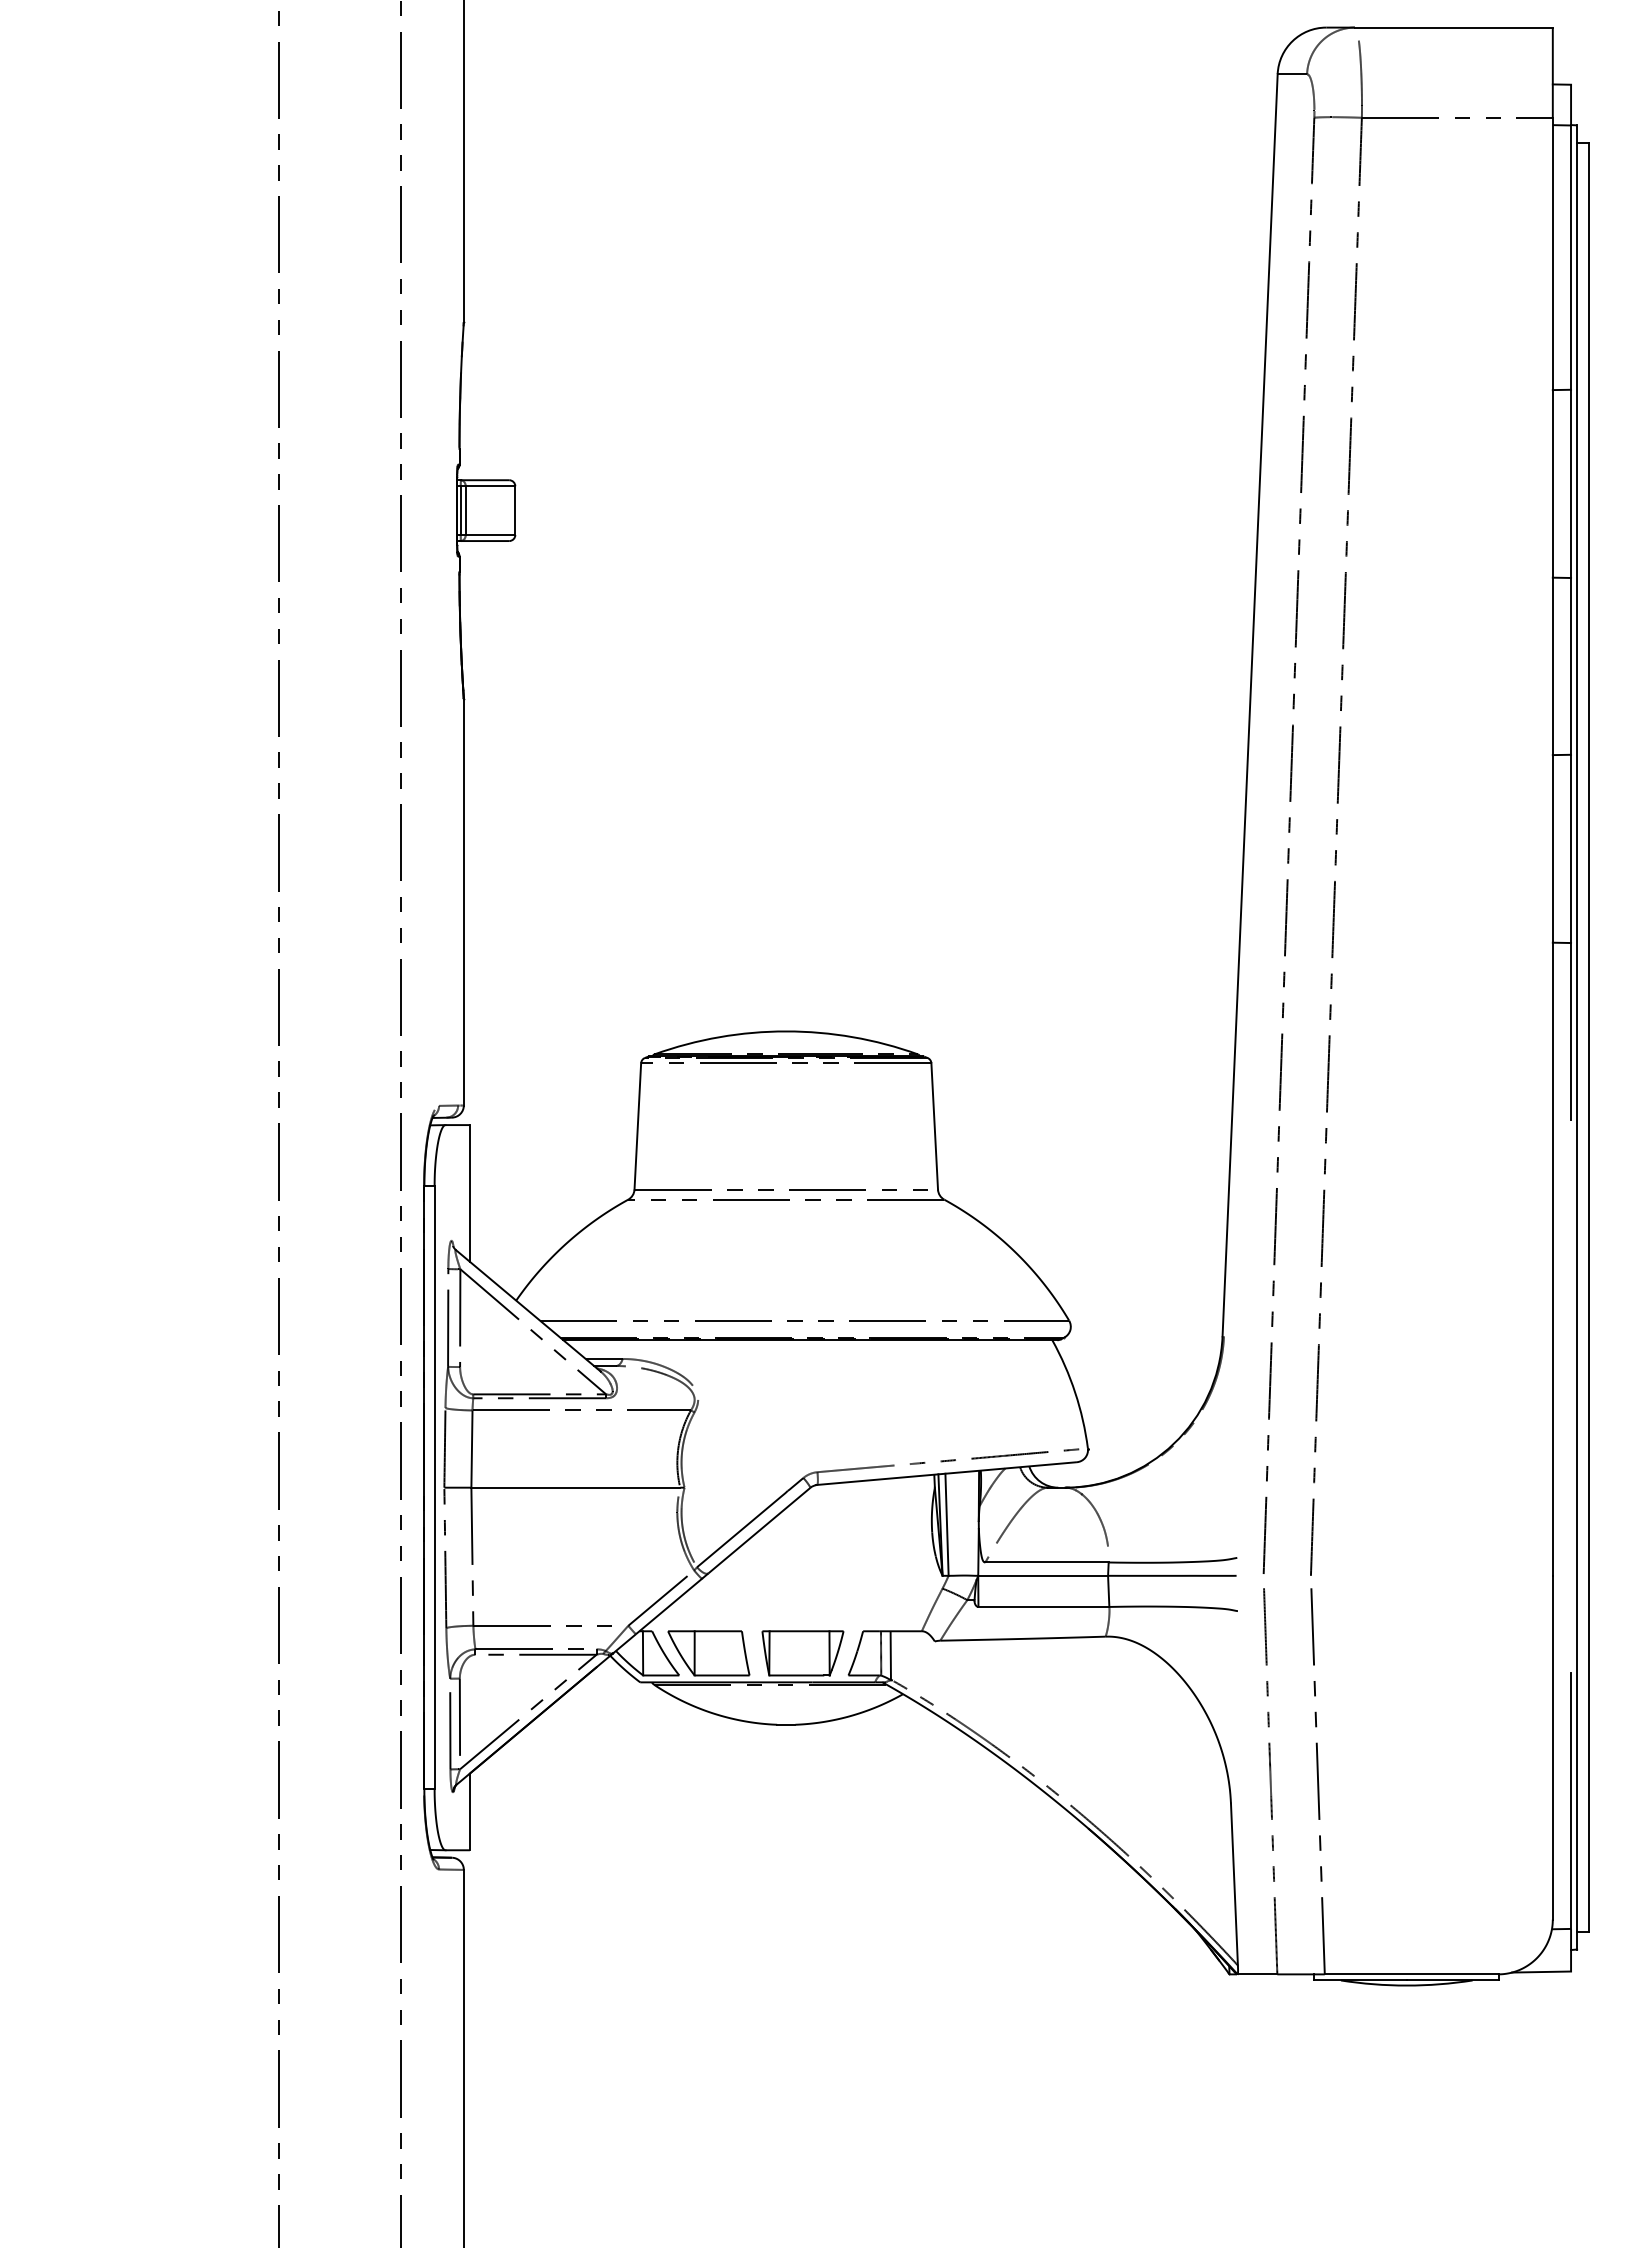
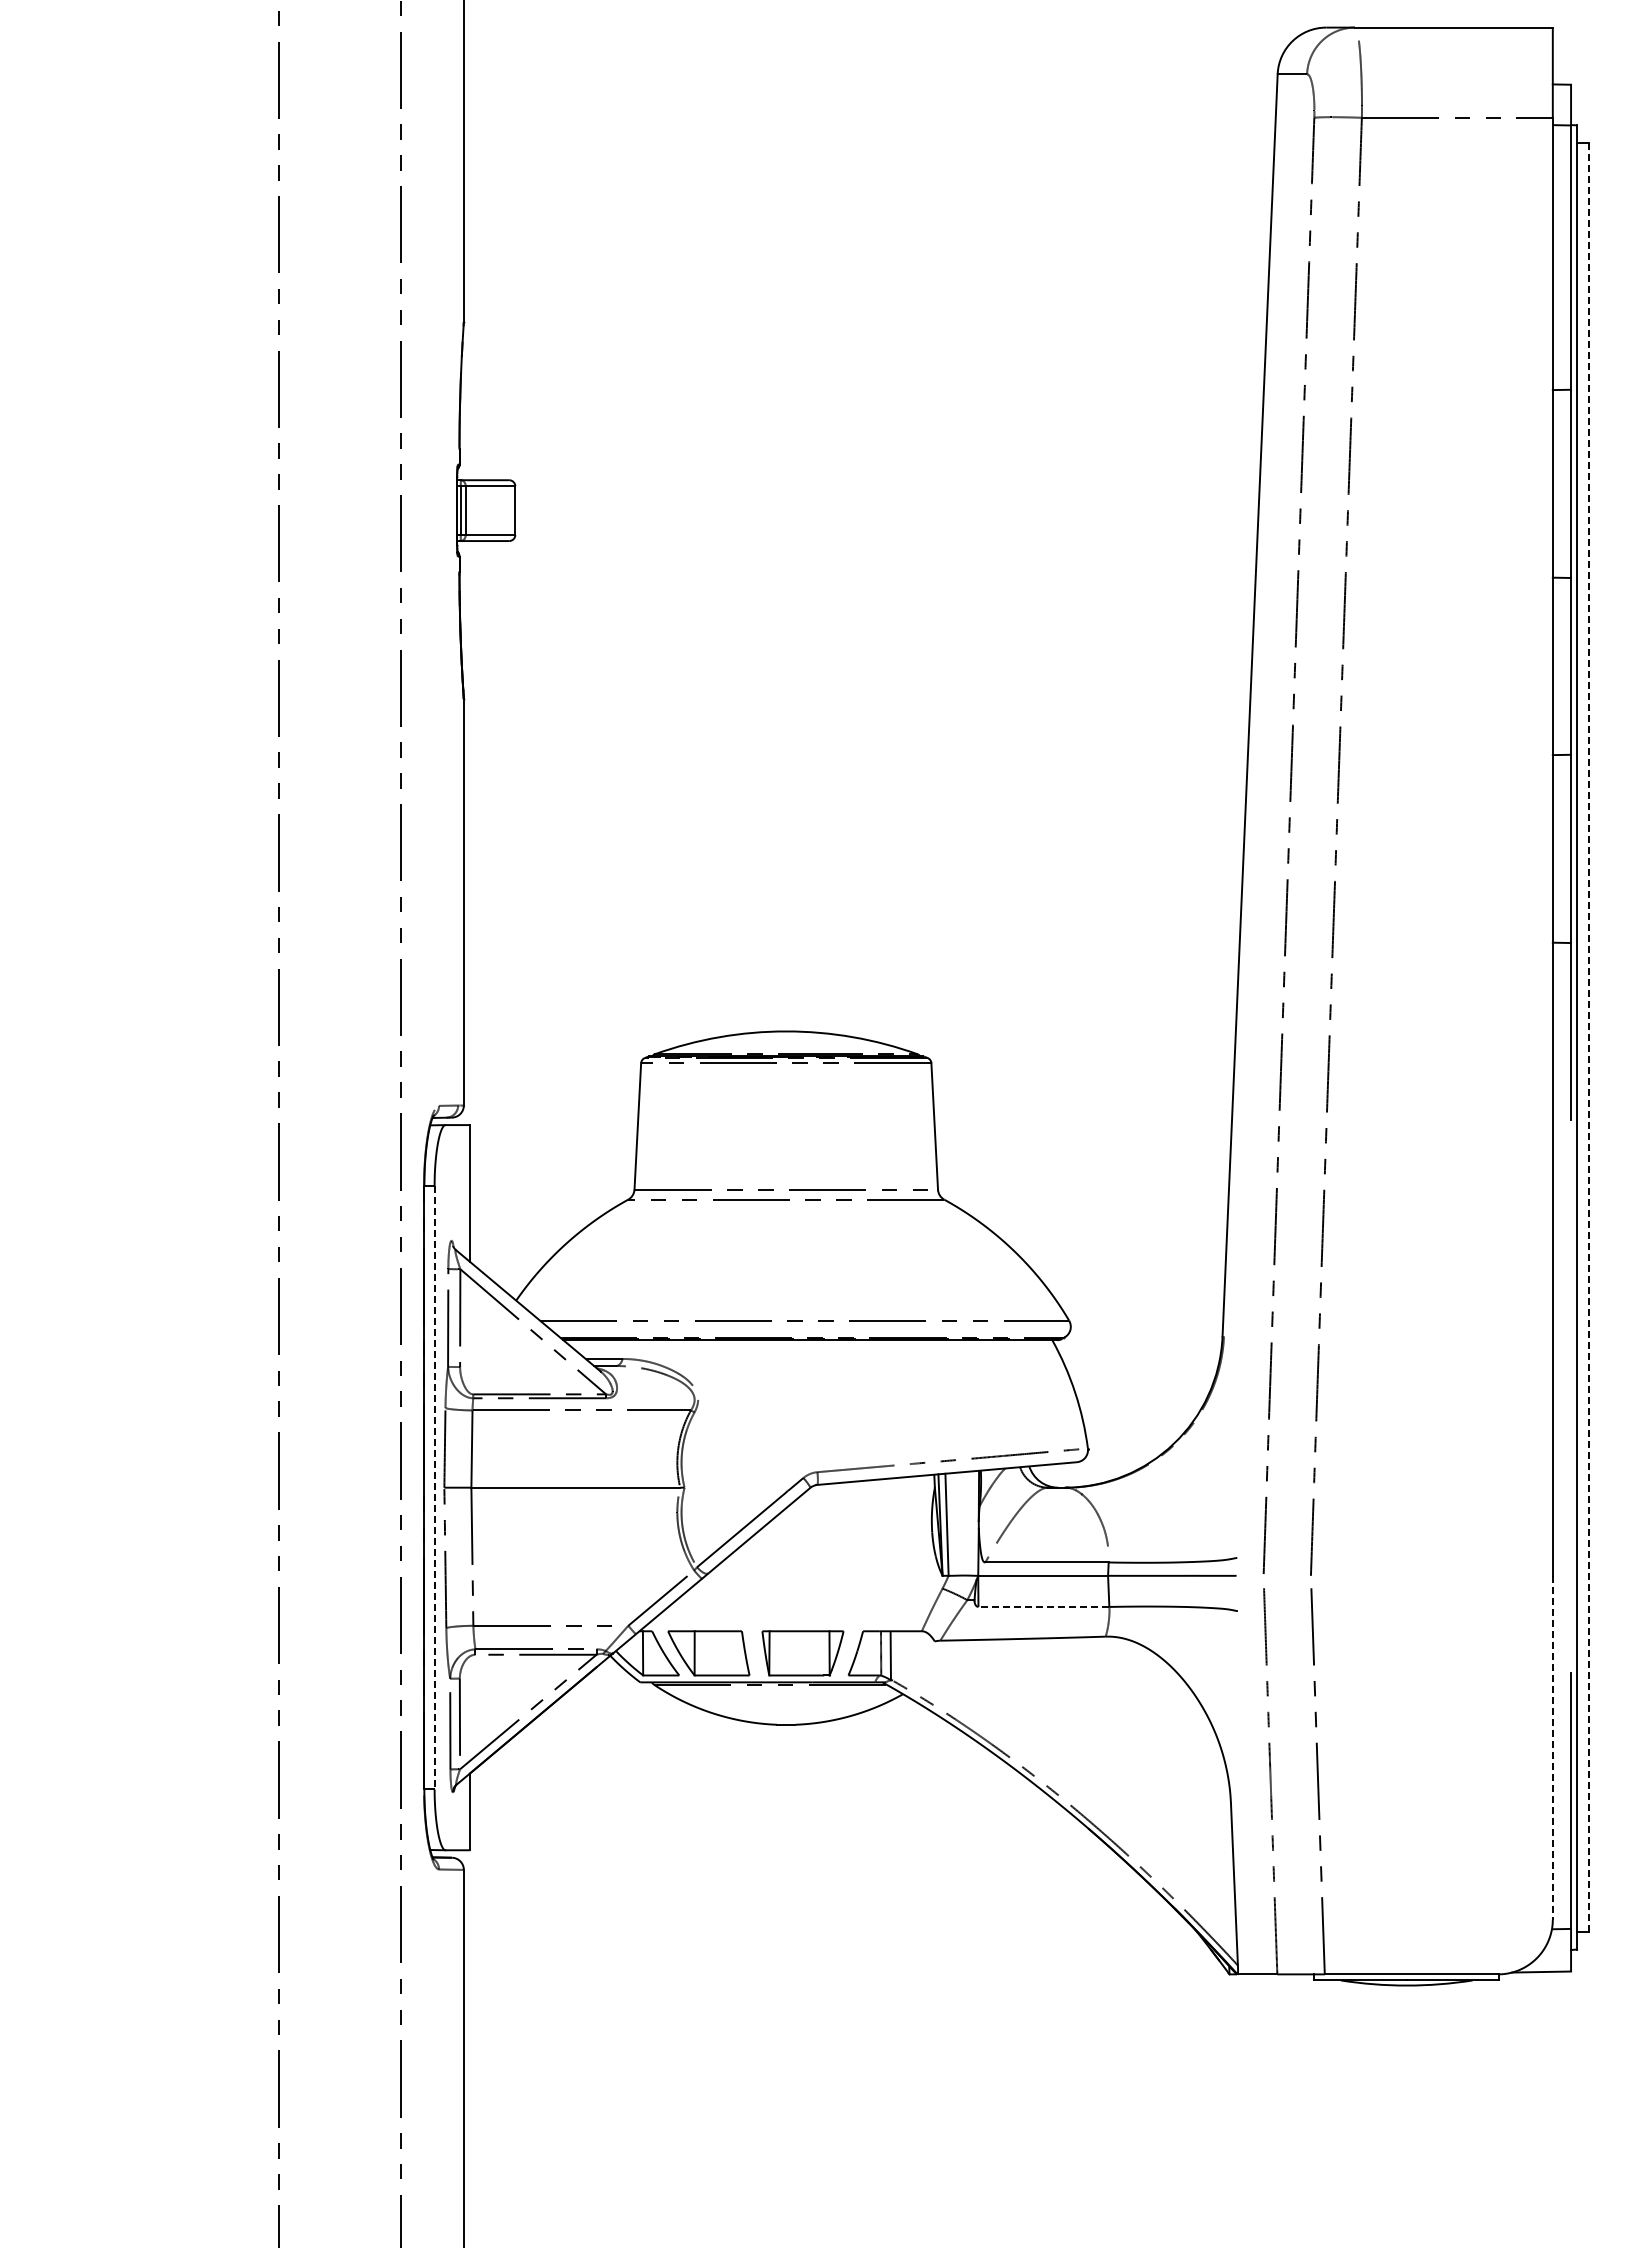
line at (1589, 1037): solid -> dashed
line at (434, 1487): solid -> dashed
line at (1043, 1606): solid -> dashed
line at (1552, 1747): solid -> dashed
